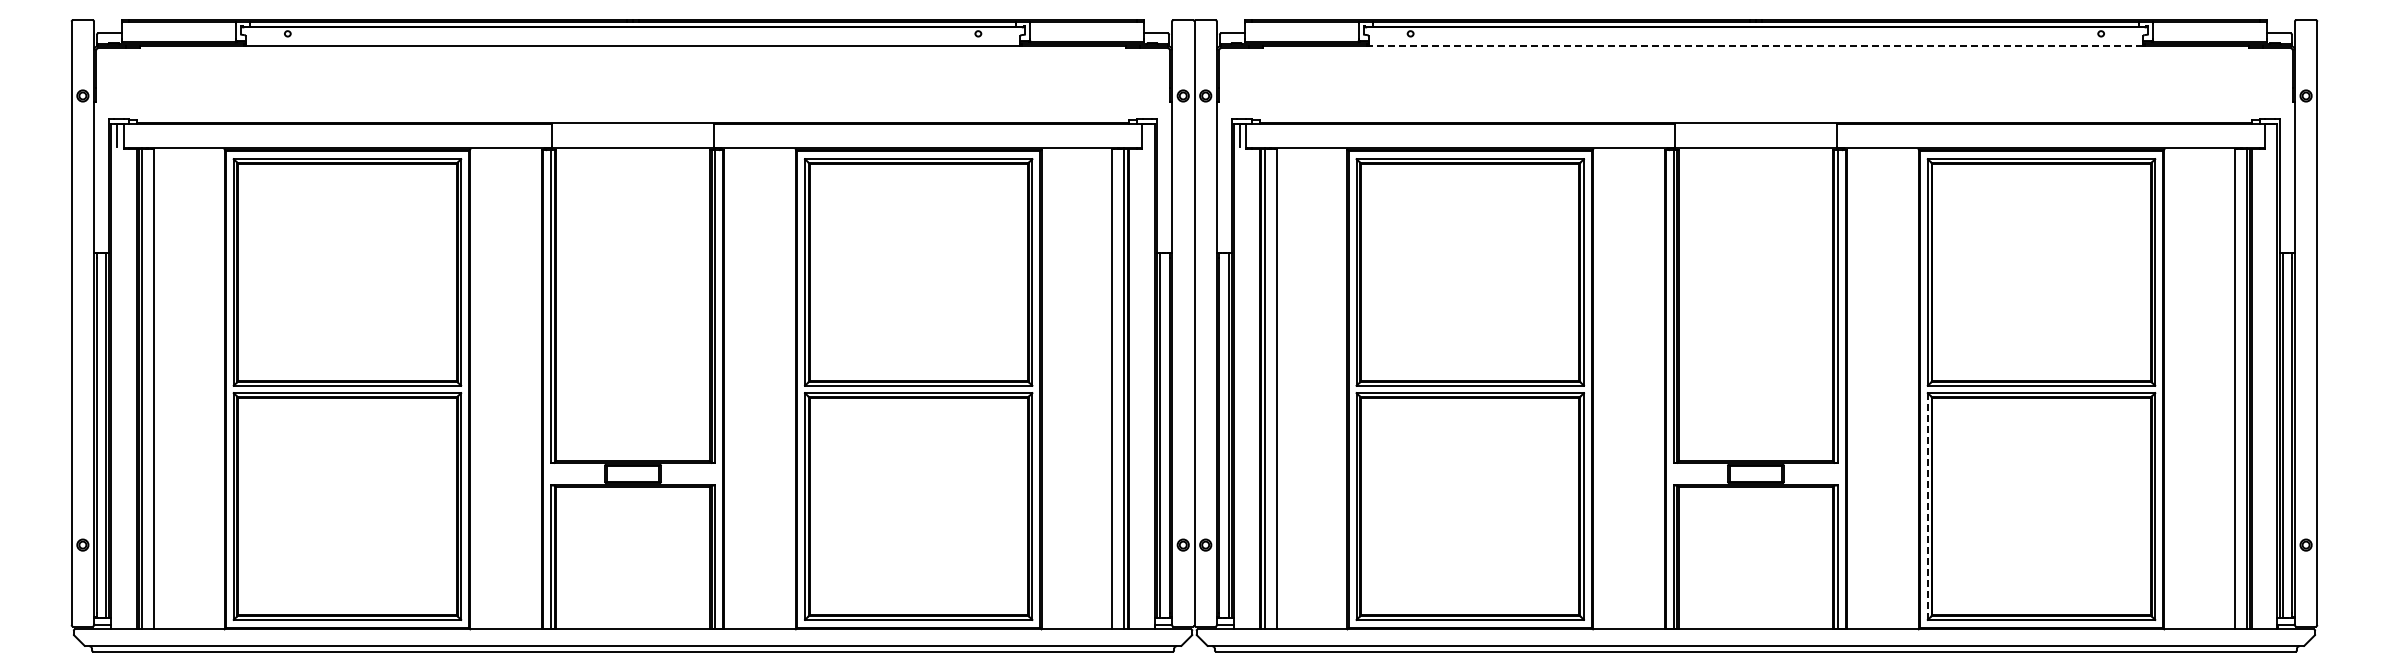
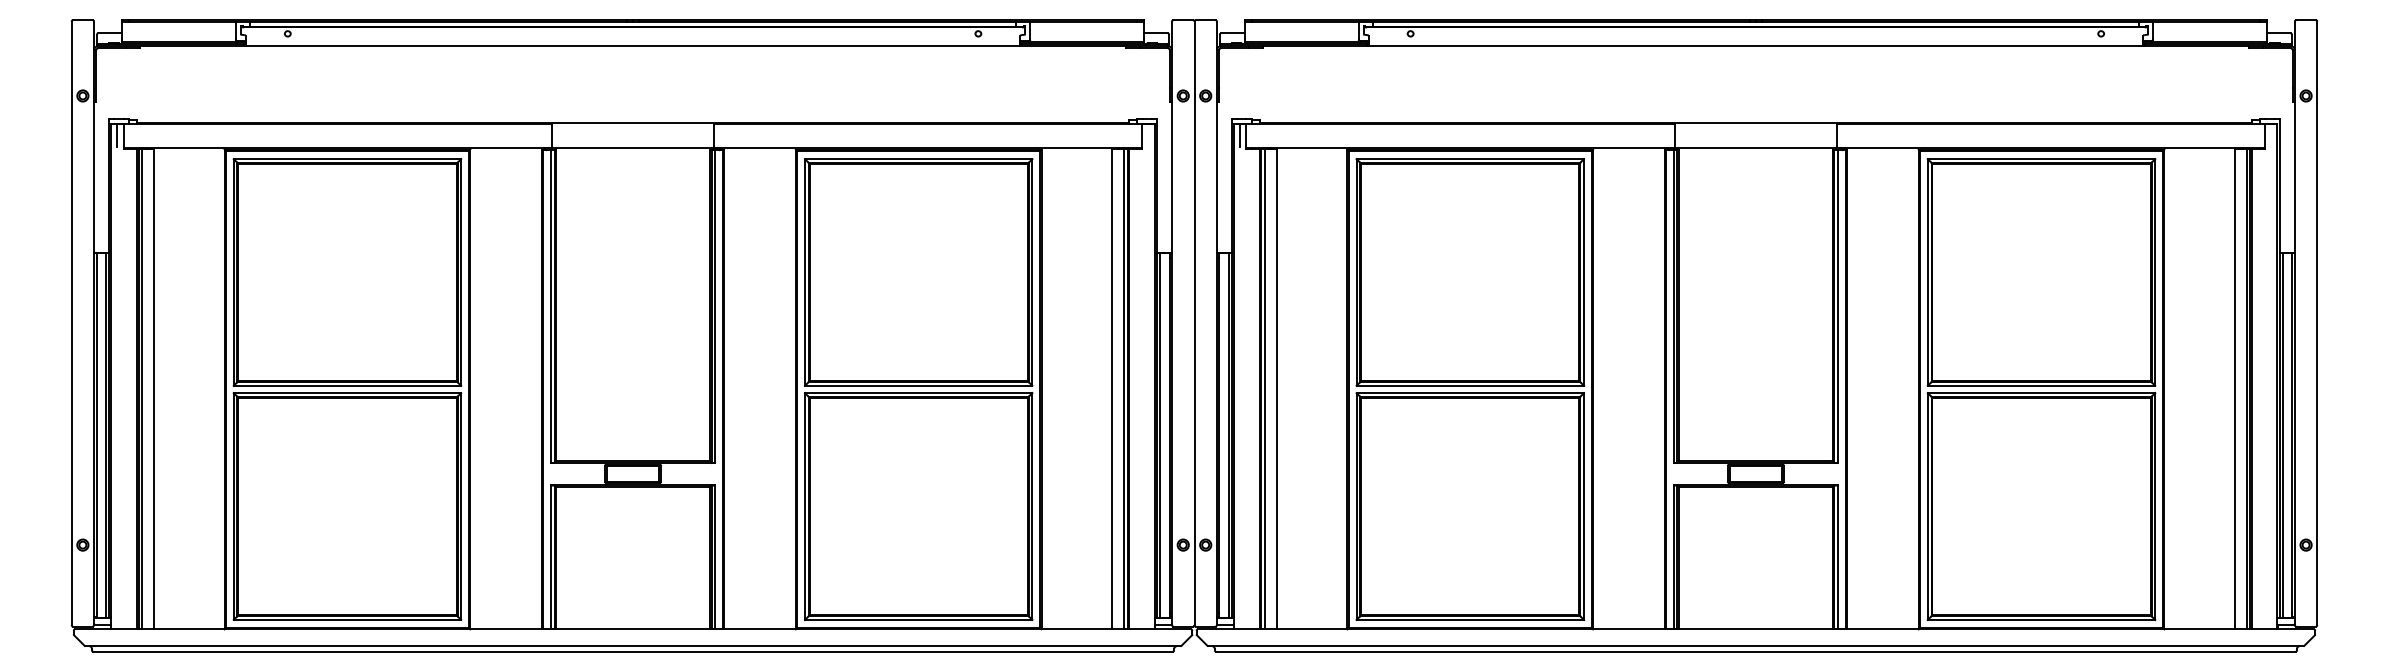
line at (1755, 46): dashed -> solid
line at (1927, 506): dashed -> solid
